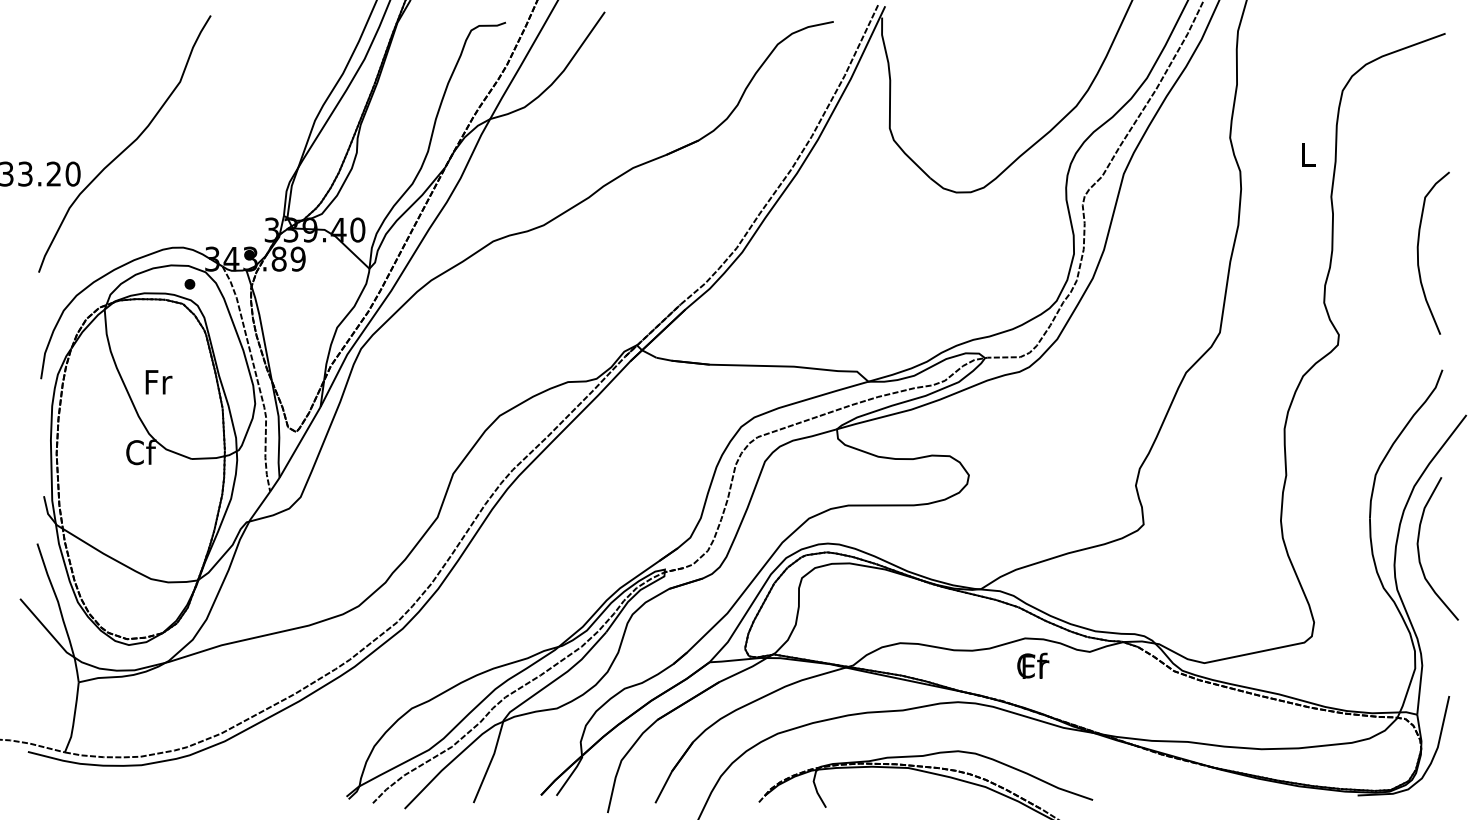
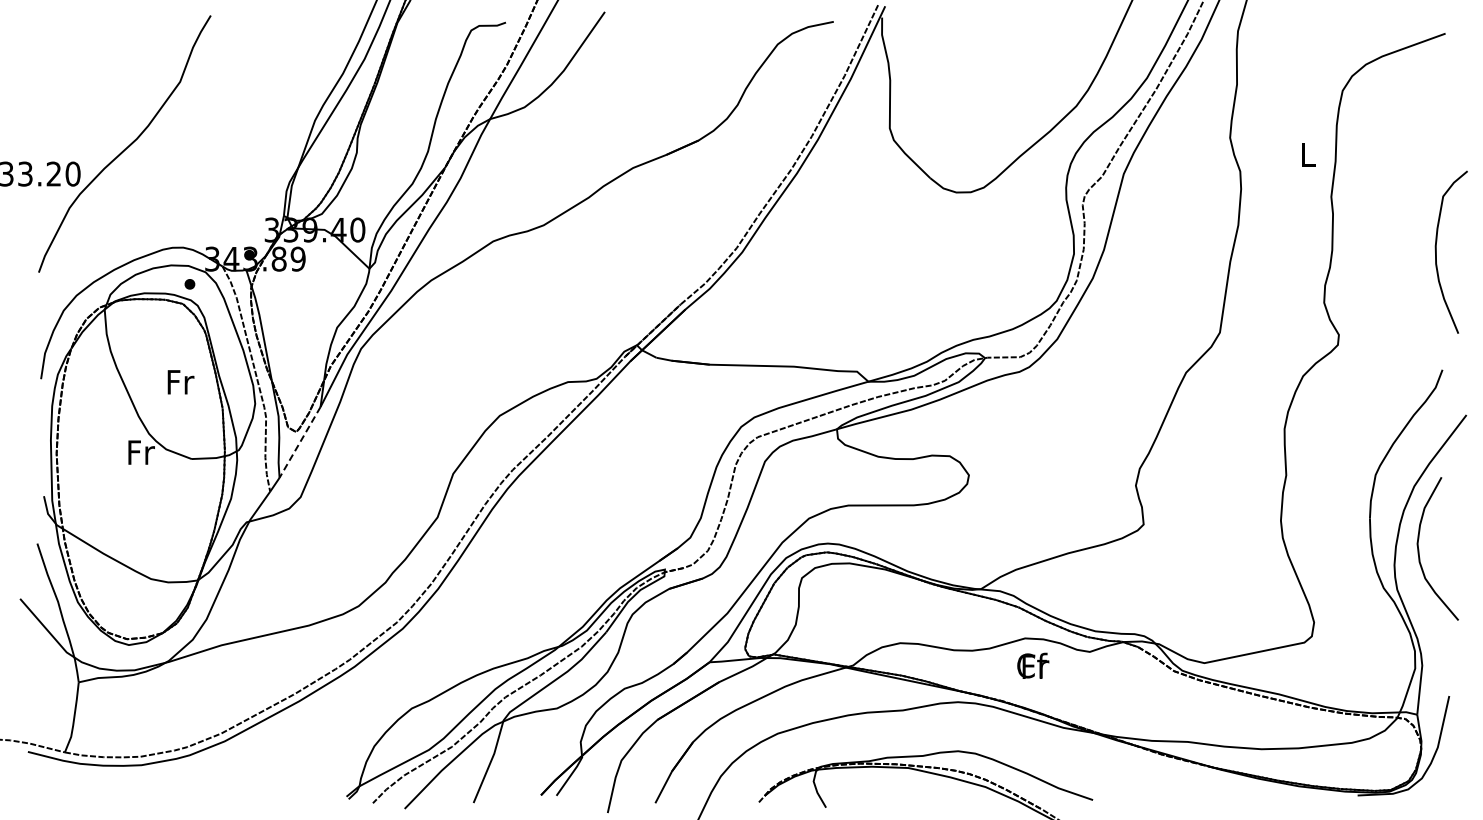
curve at (1418, 252) position: (1418, 252) -> (1436, 251)
text at (158, 382) position: (158, 382) -> (180, 382)
line at (300, 442): solid -> dashed
text at (141, 452): Cf -> Fr
